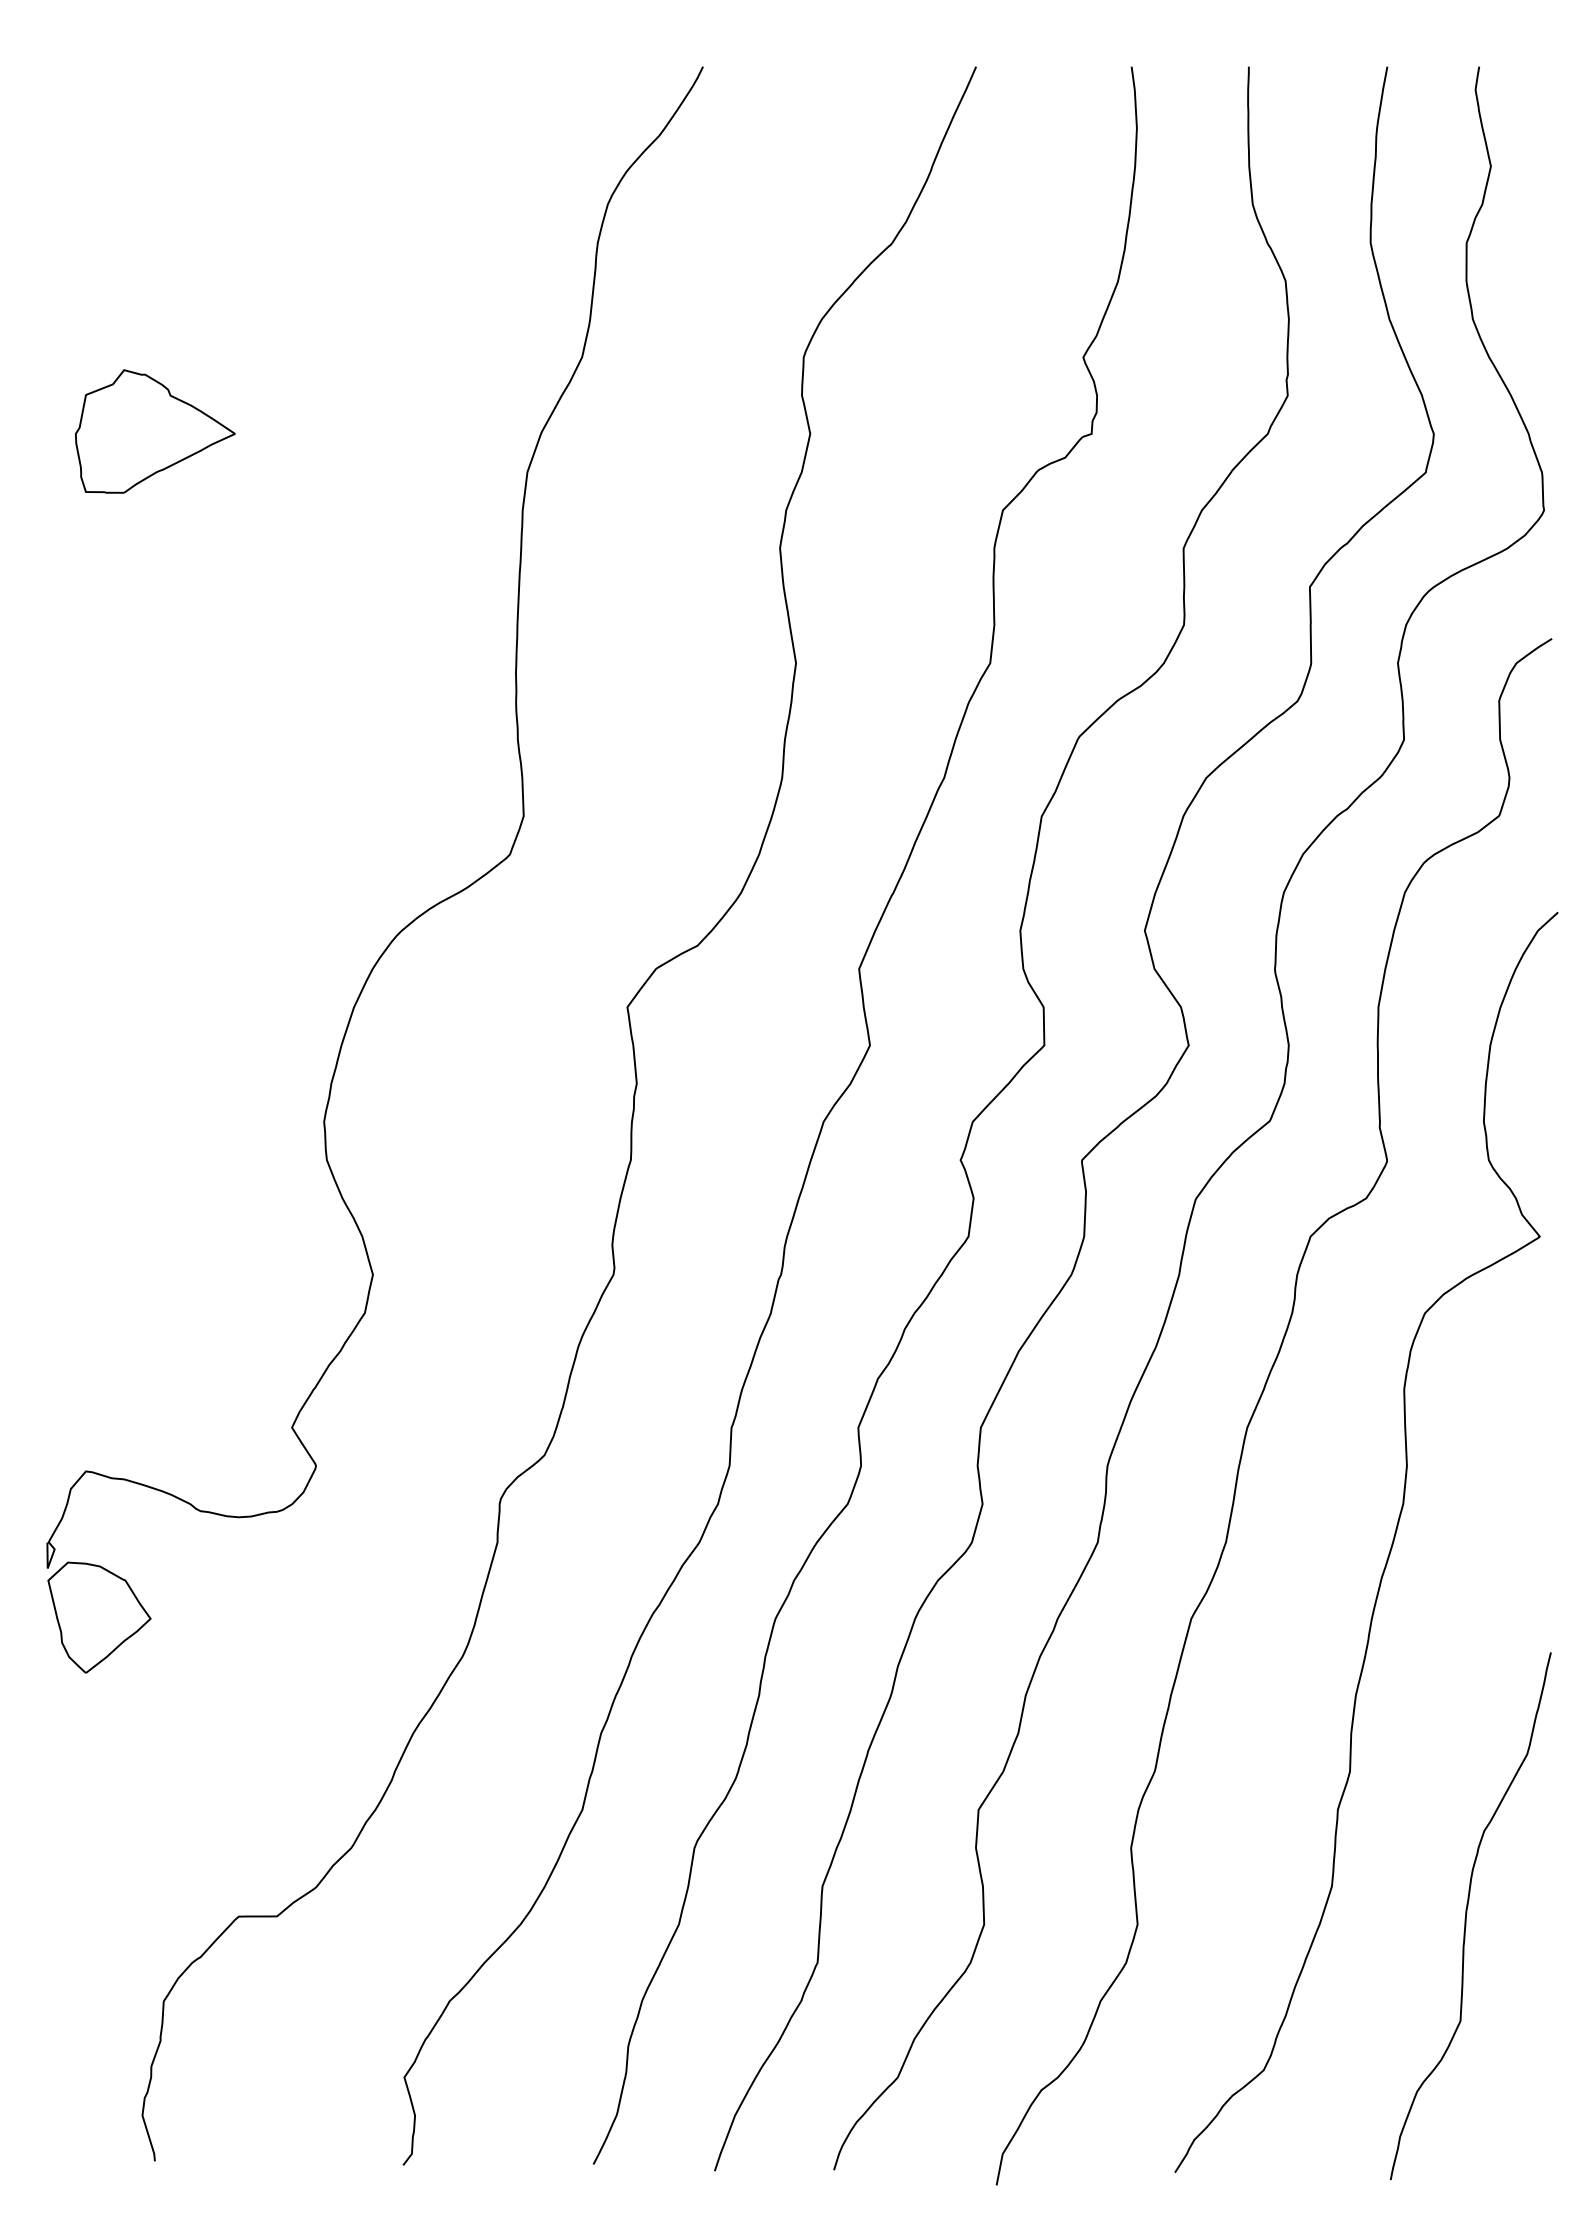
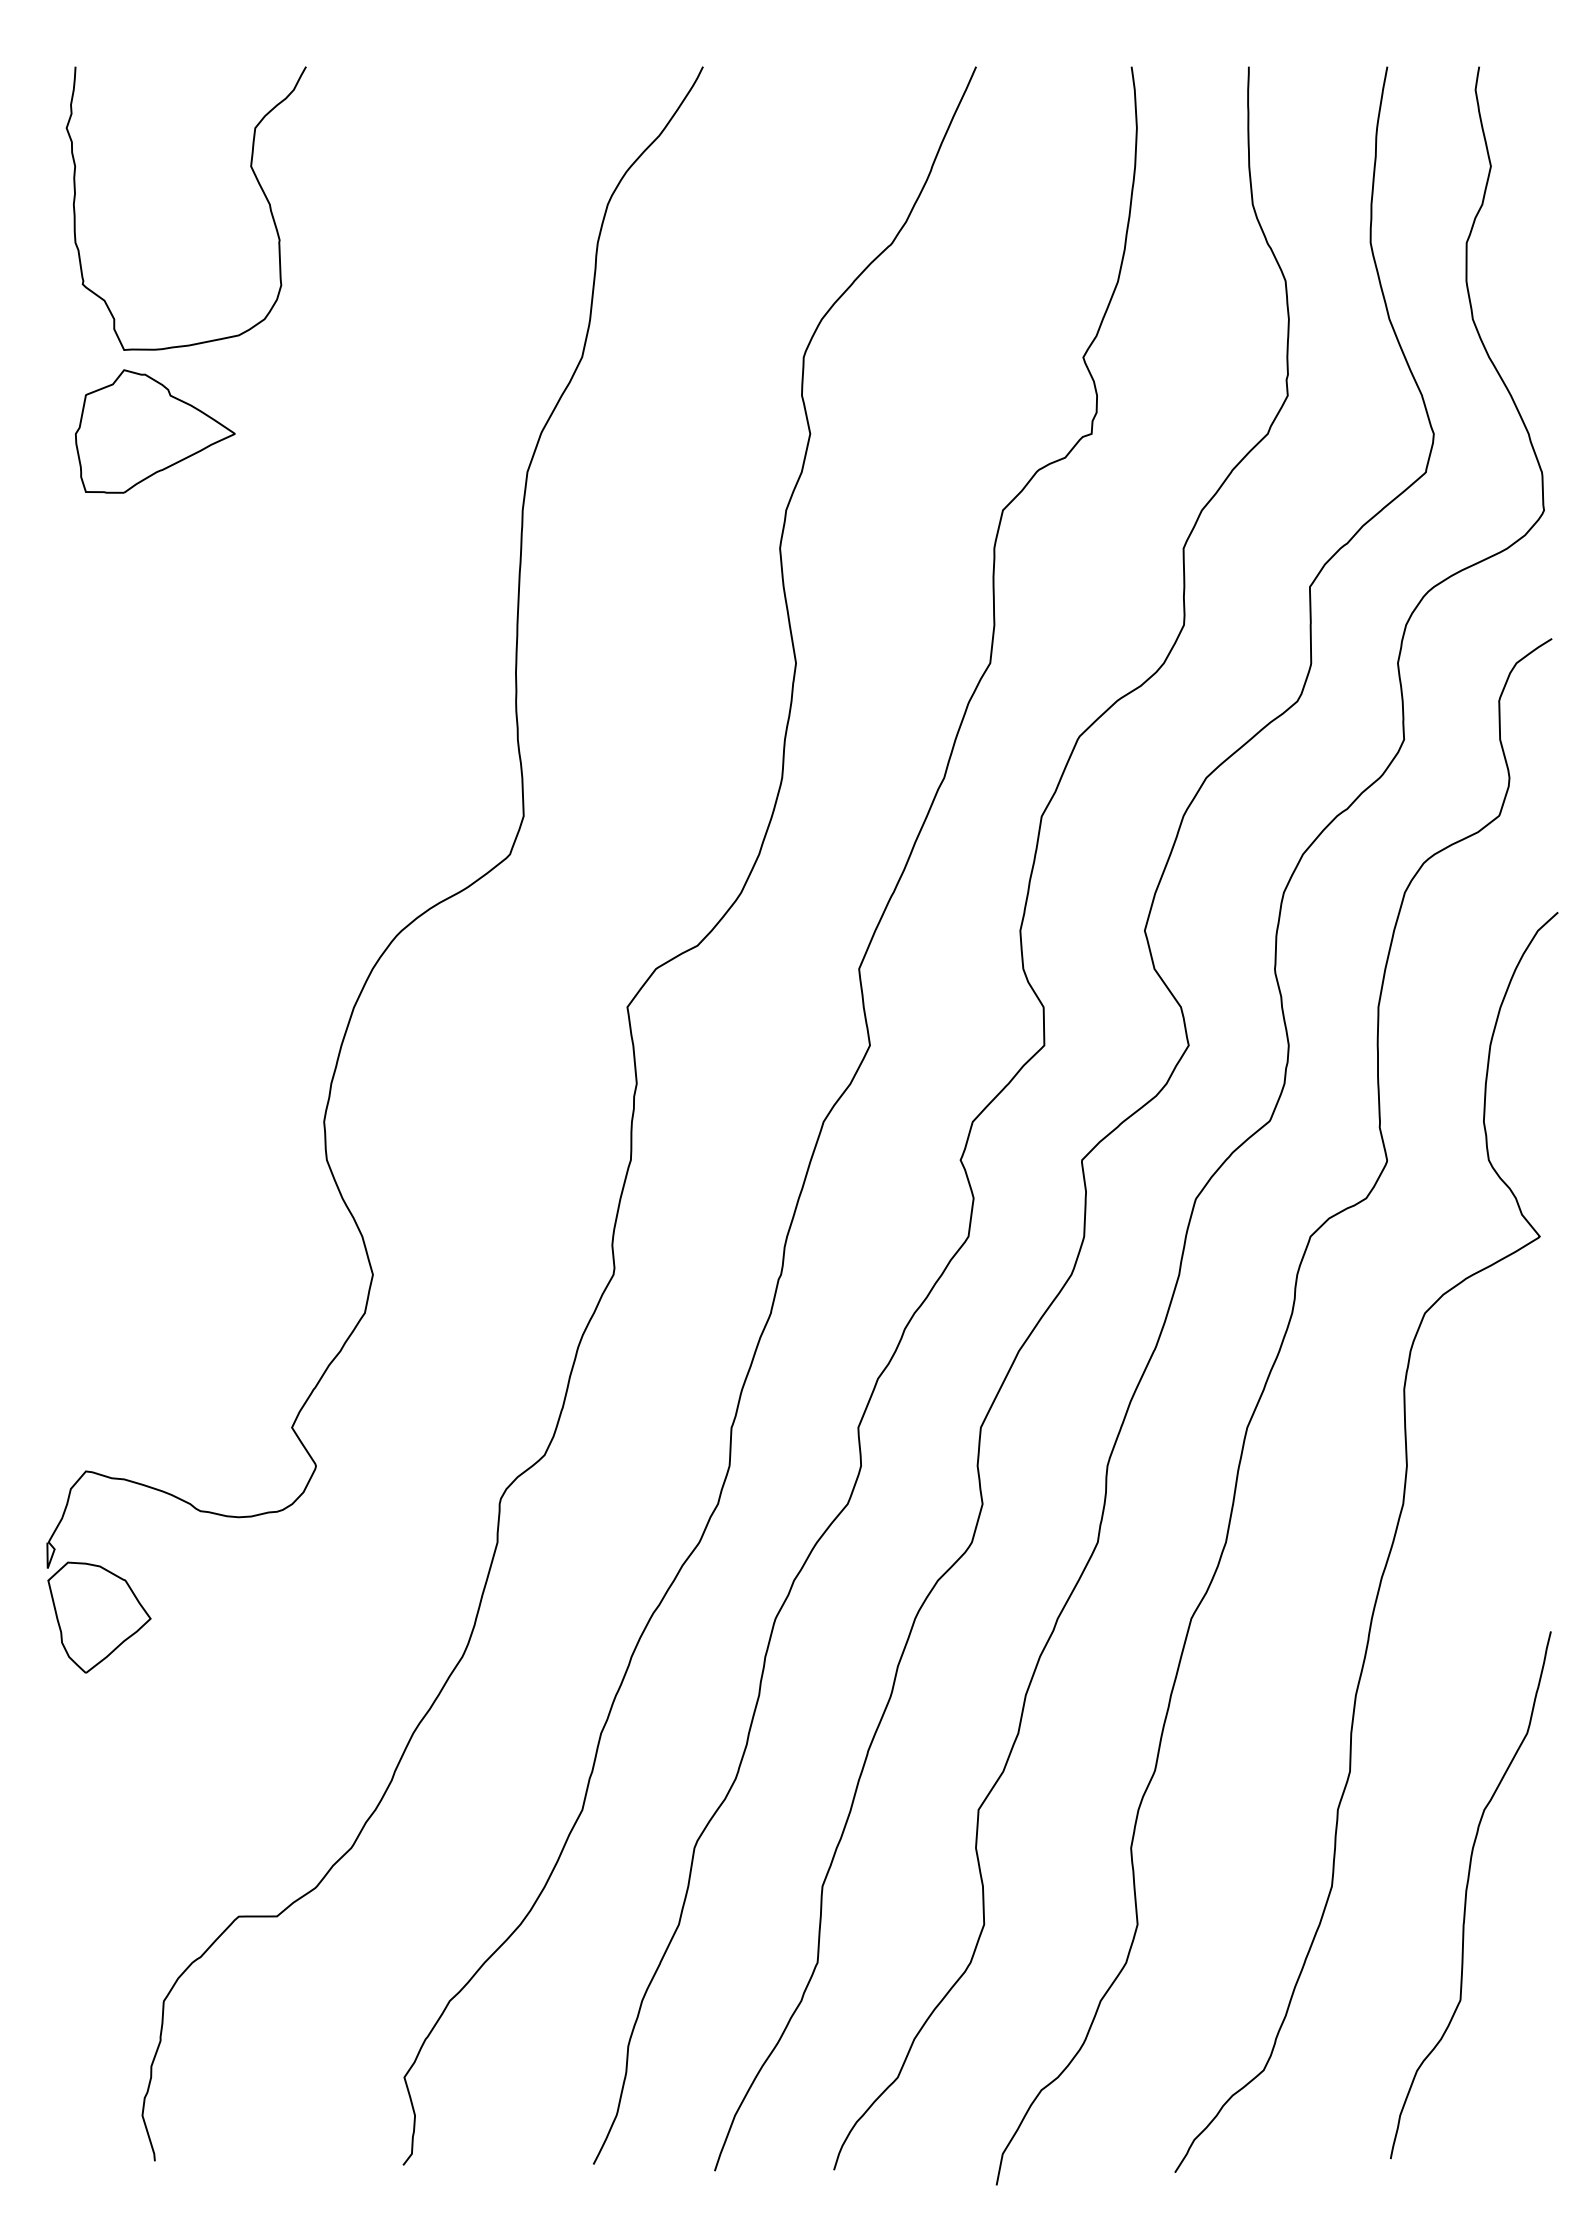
curve at (254, 176): none -> present
curve at (1466, 1916) position: (1466, 1916) -> (1466, 1895)
